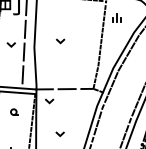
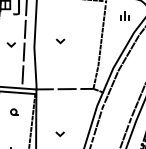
part at (116, 17) position: (116, 17) -> (124, 15)
line at (49, 101): present -> none
